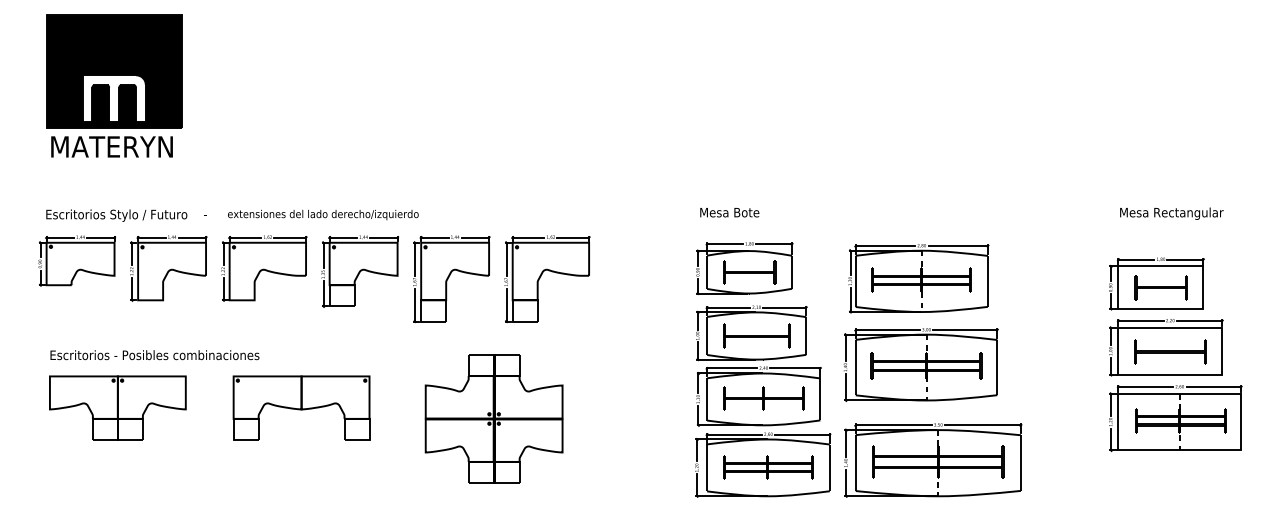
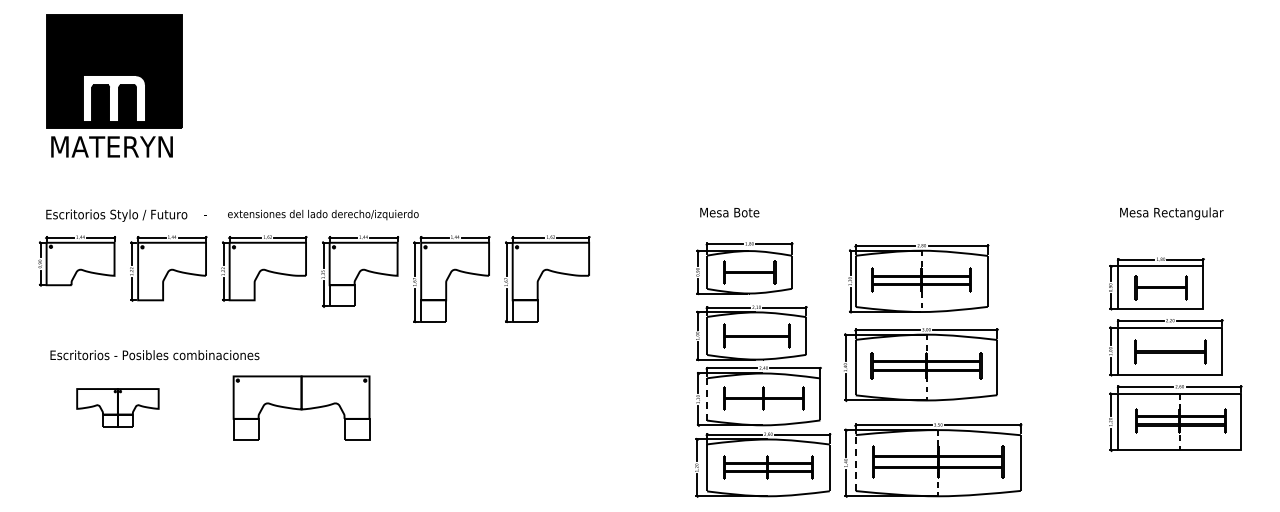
line at (707, 398): solid -> dashed
part at (117, 407) size: 138x66 px -> 84x40 px
part at (493, 418): present -> none
line at (855, 463): solid -> dashed
